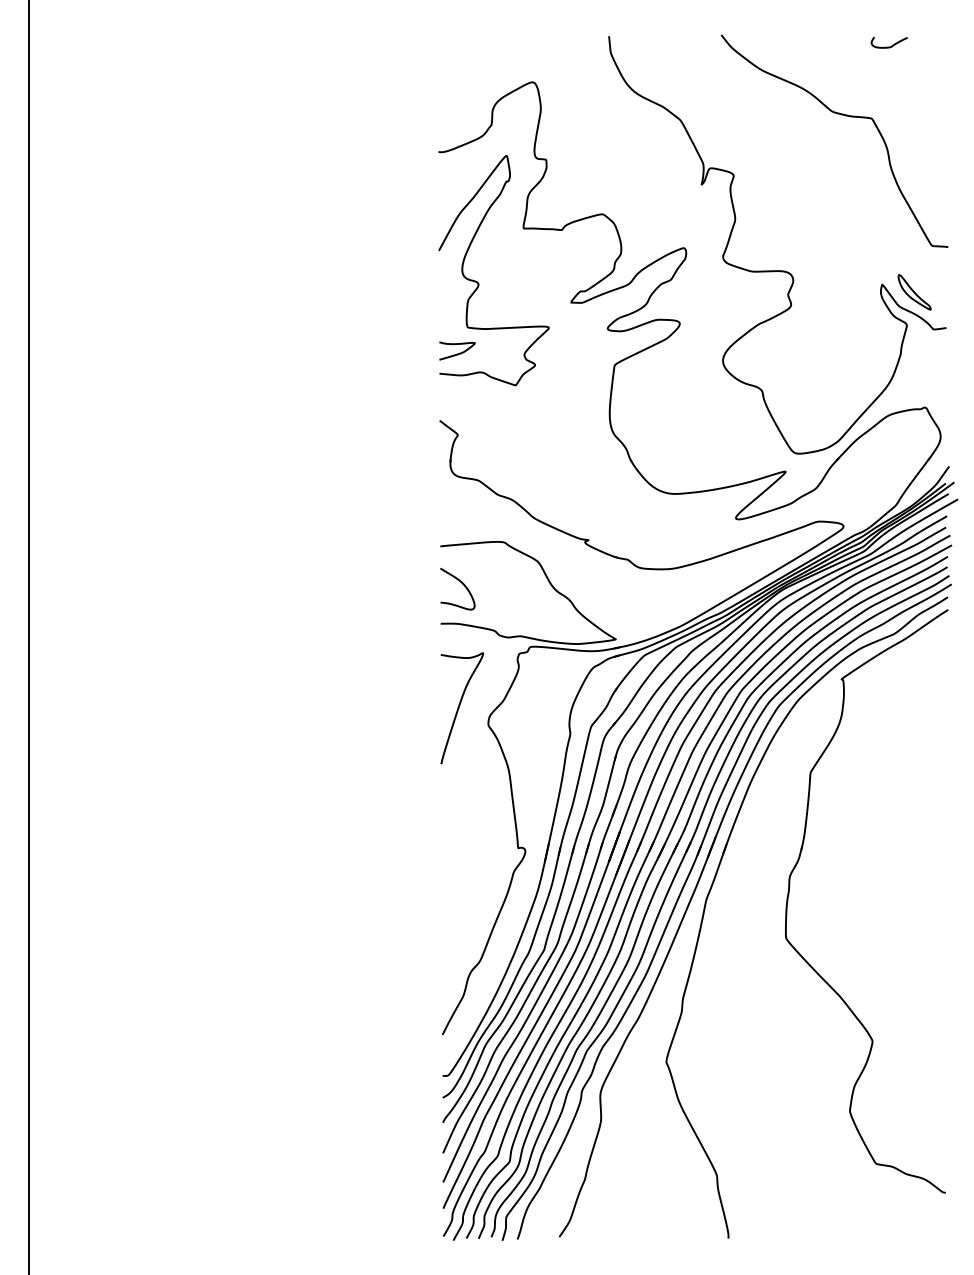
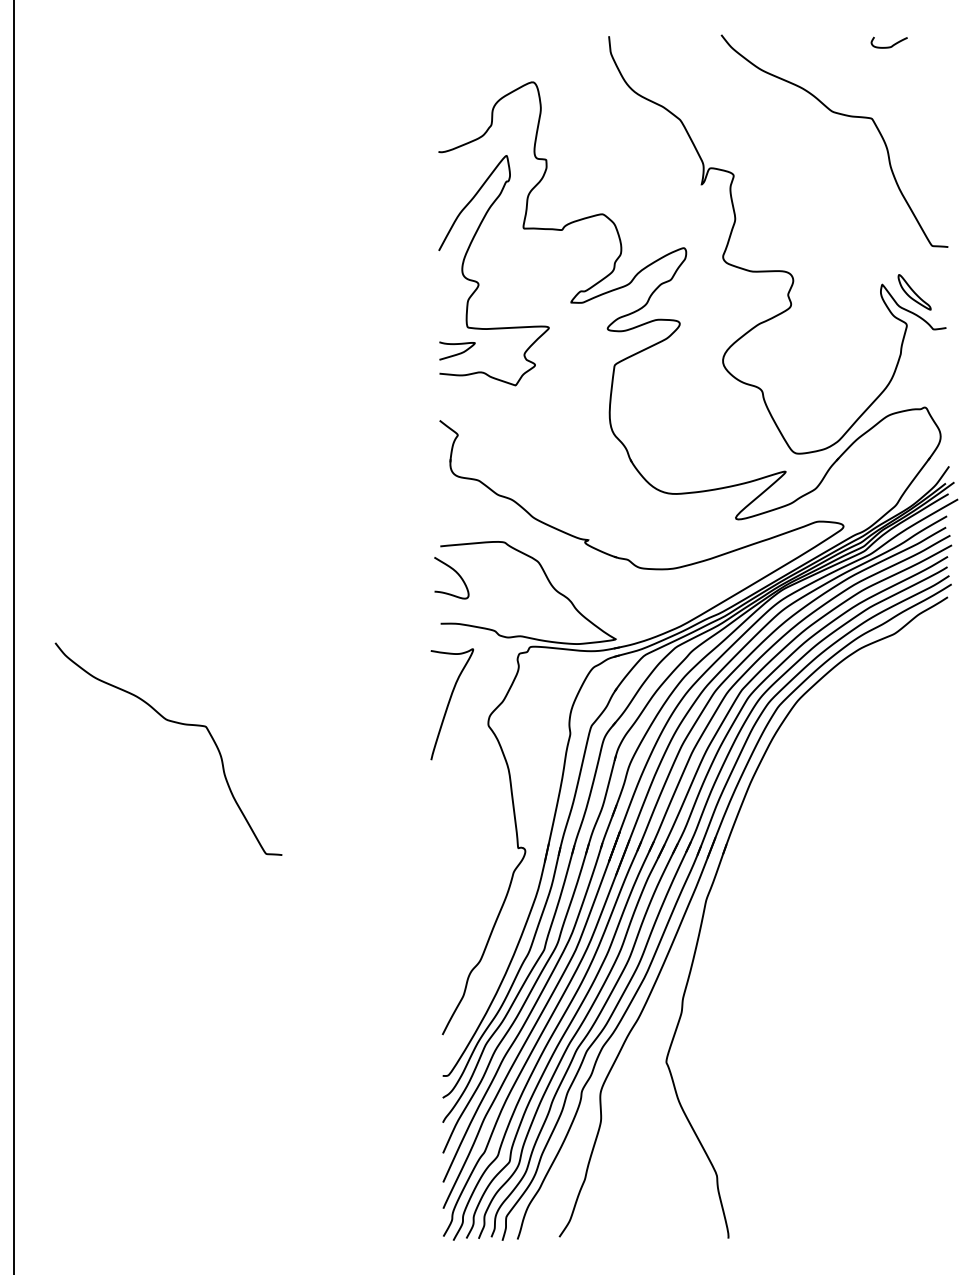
curve at (462, 584) position: (462, 584) -> (456, 573)
line at (29, 636) position: (29, 636) -> (14, 636)
curve at (459, 708) position: (459, 708) -> (449, 704)
curve at (175, 723): none -> present
part at (789, 894): present -> none
